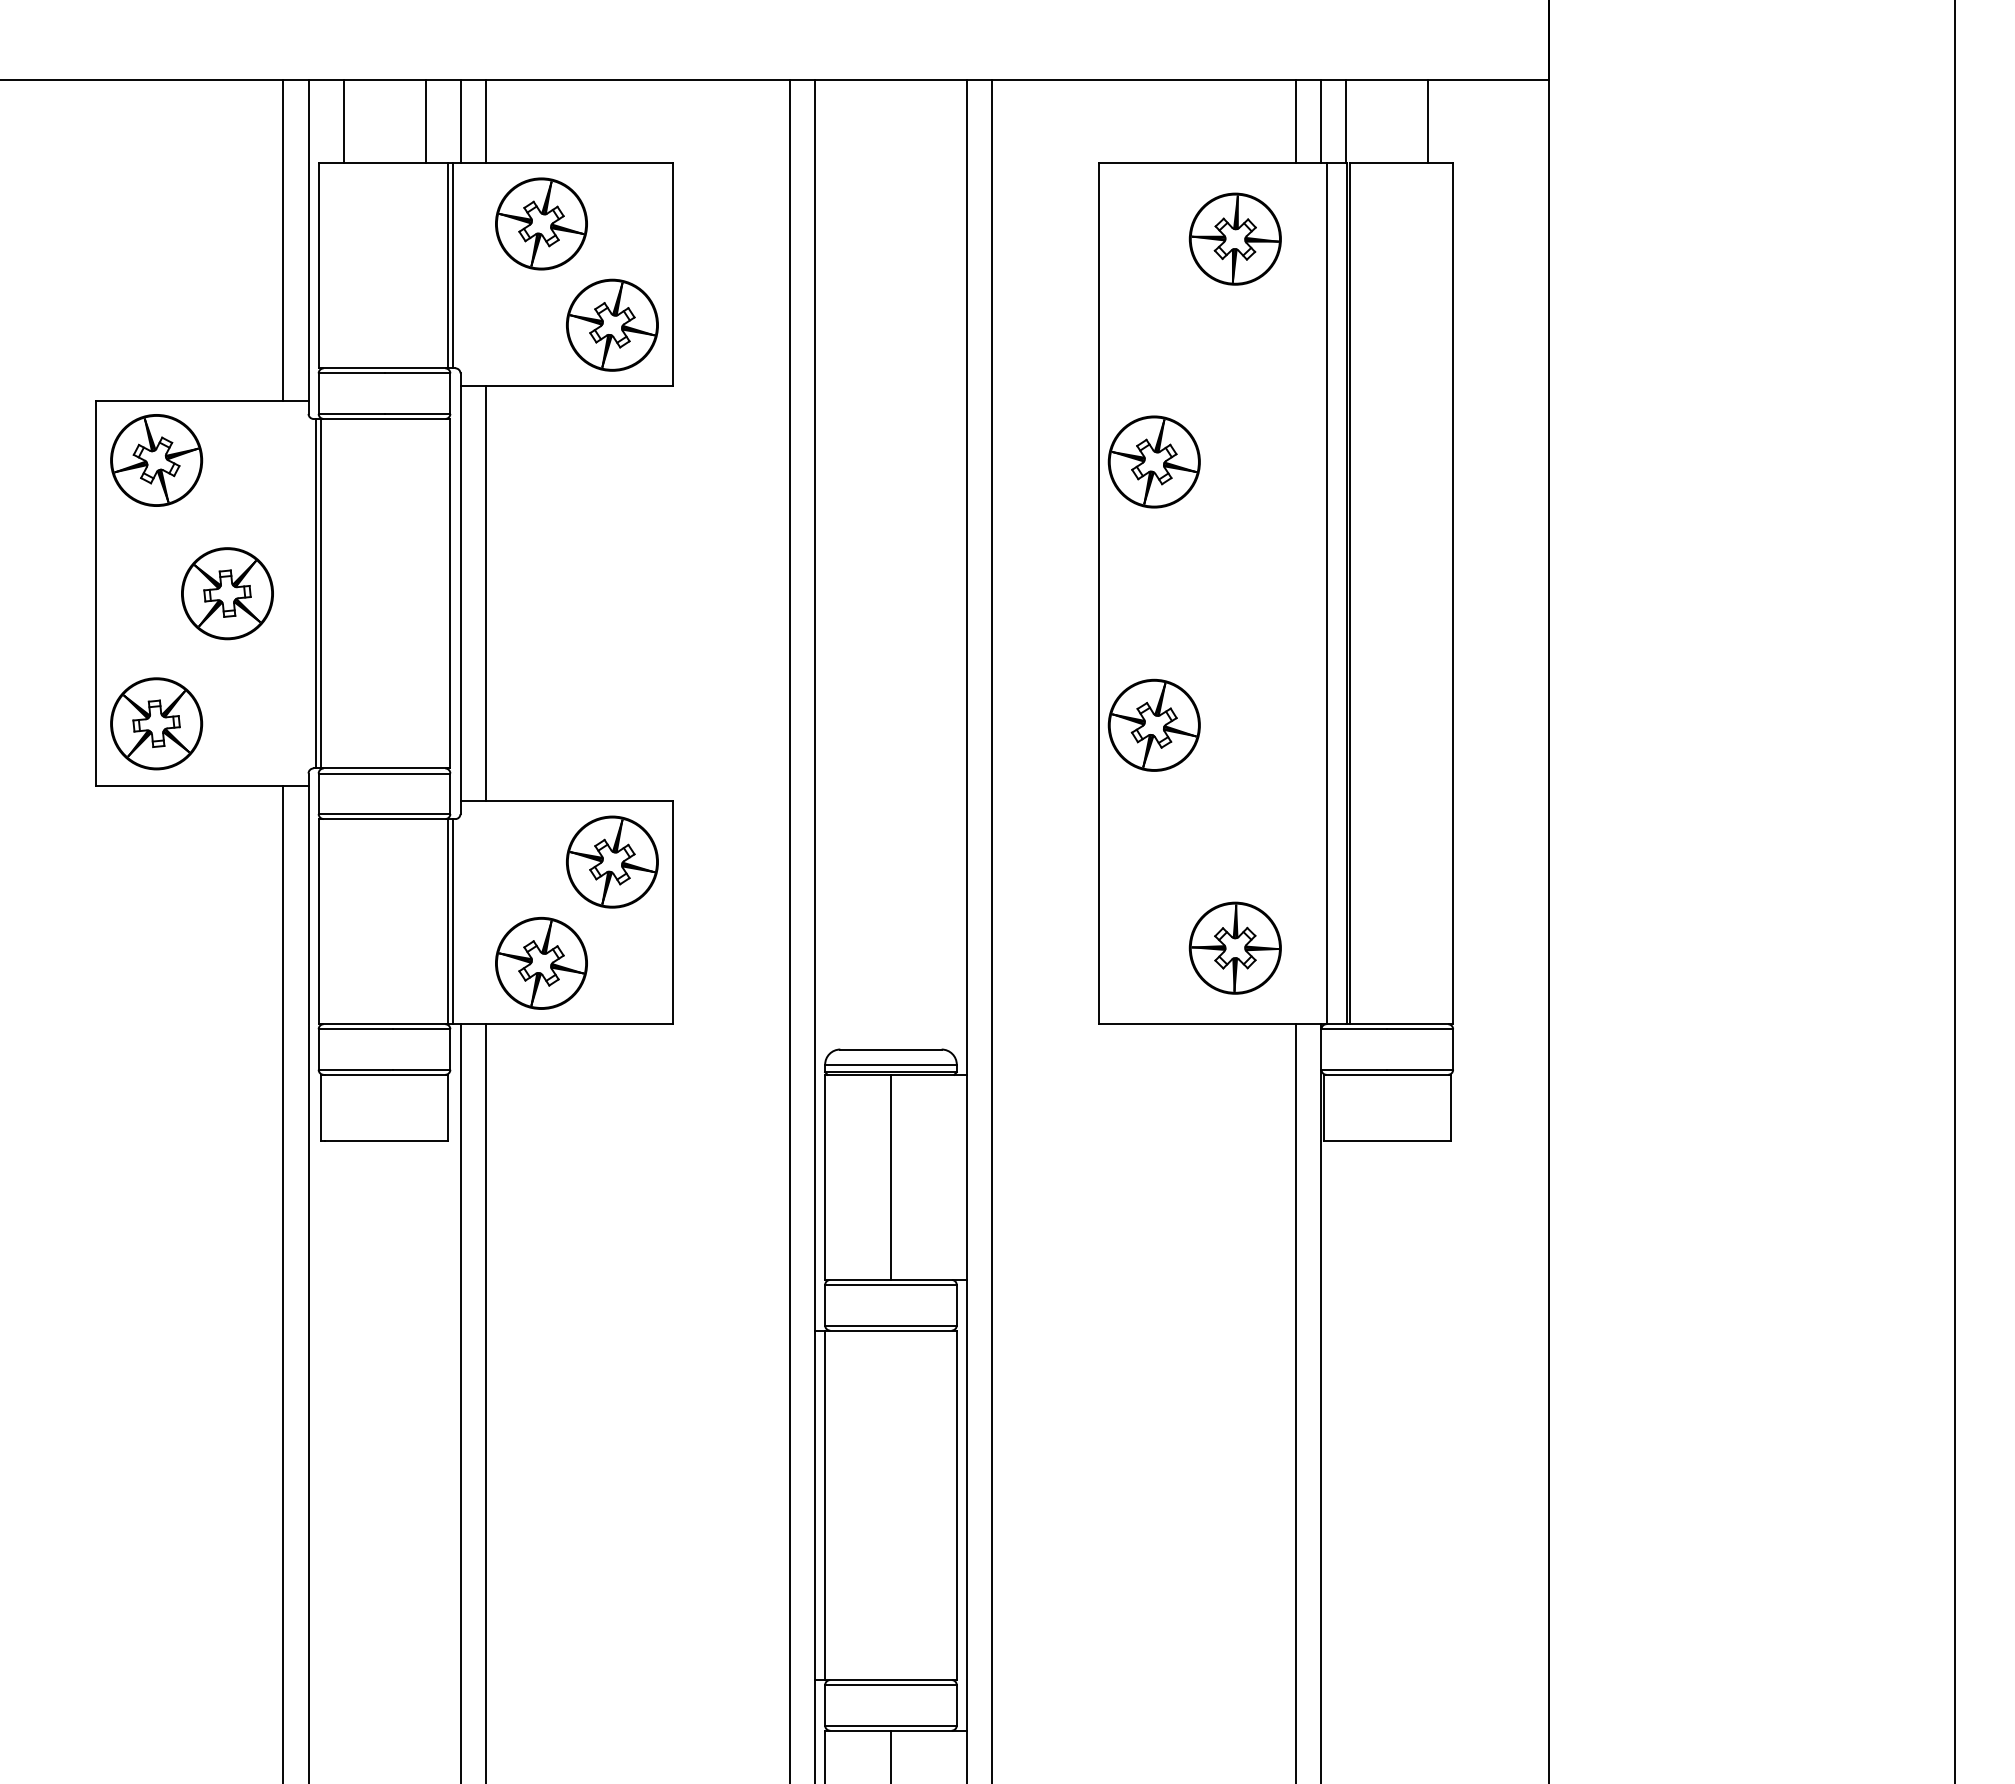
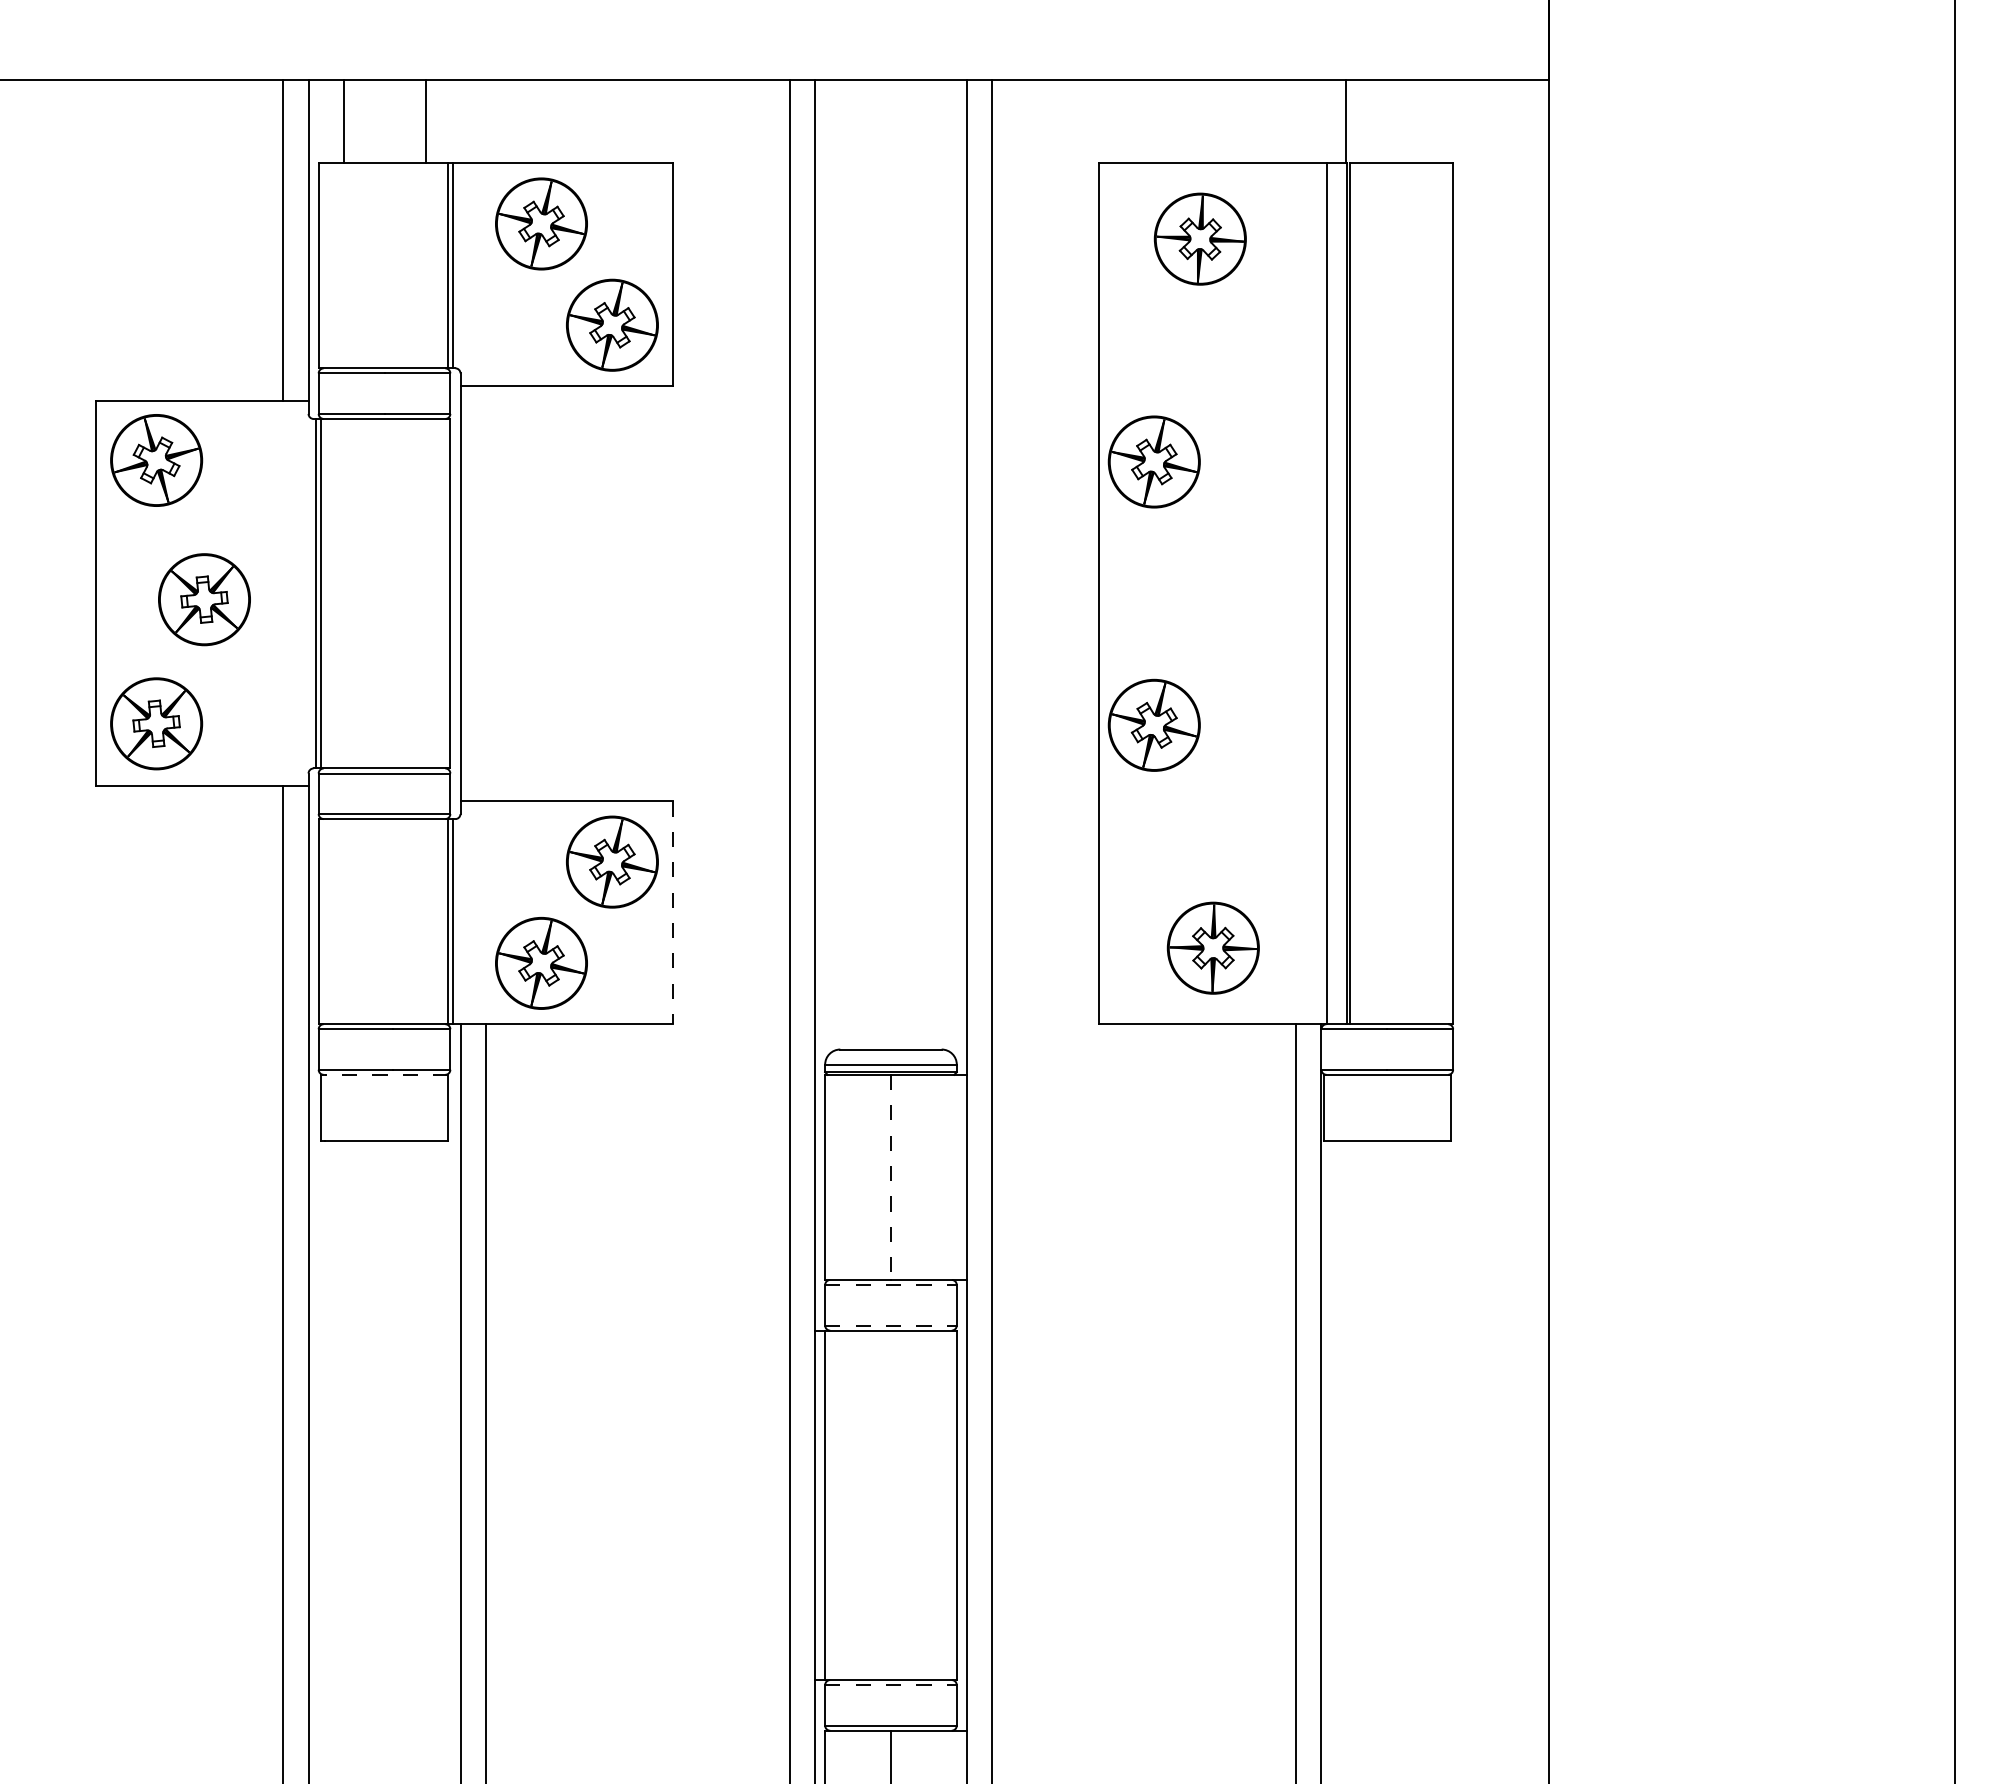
line at (460, 121): present -> none
line at (485, 121): present -> none
line at (1296, 121): present -> none
line at (1321, 121): present -> none
line at (1428, 121): present -> none
part at (1234, 238) position: (1234, 238) -> (1199, 238)
part at (227, 593) position: (227, 593) -> (204, 599)
line at (485, 593): present -> none
line at (673, 913): solid -> dashed
part at (1234, 947) position: (1234, 947) -> (1212, 947)
line at (386, 1074): solid -> dashed
line at (890, 1177): solid -> dashed
line at (890, 1285): solid -> dashed
line at (890, 1325): solid -> dashed
line at (890, 1685): solid -> dashed
